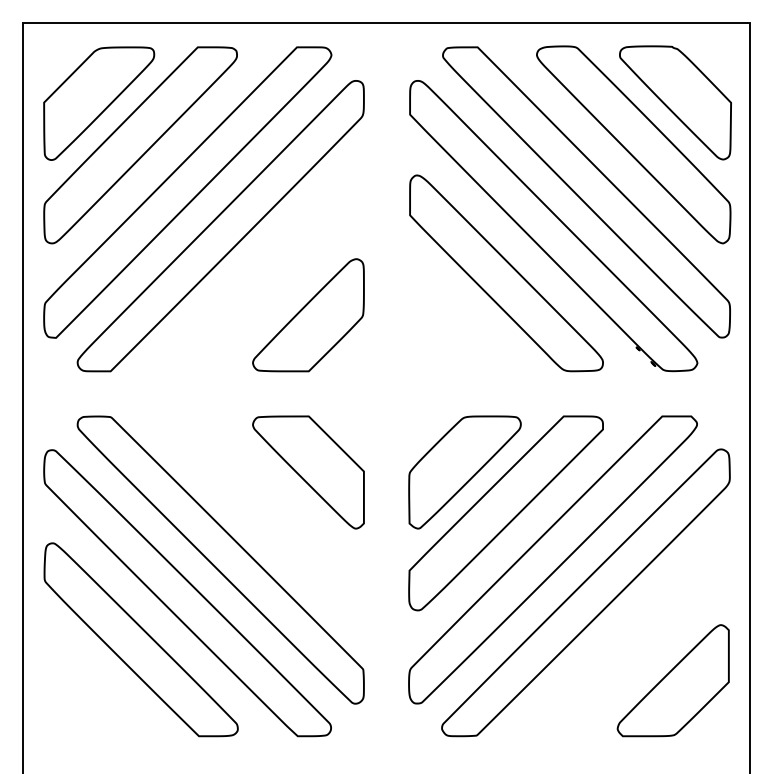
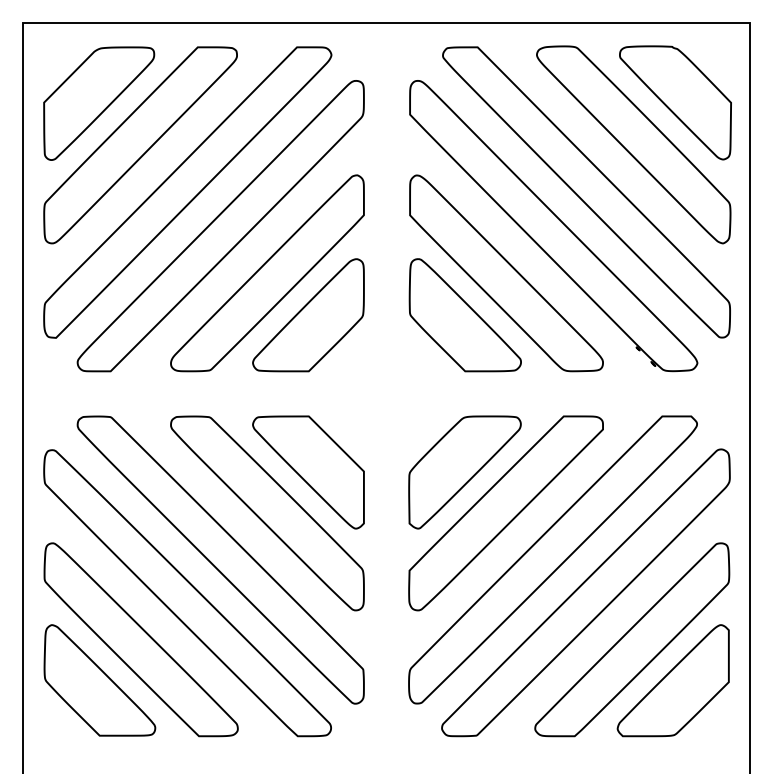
part at (267, 273): none -> present
part at (464, 315): none -> present
part at (267, 513): none -> present
part at (632, 639): none -> present
part at (99, 680): none -> present
